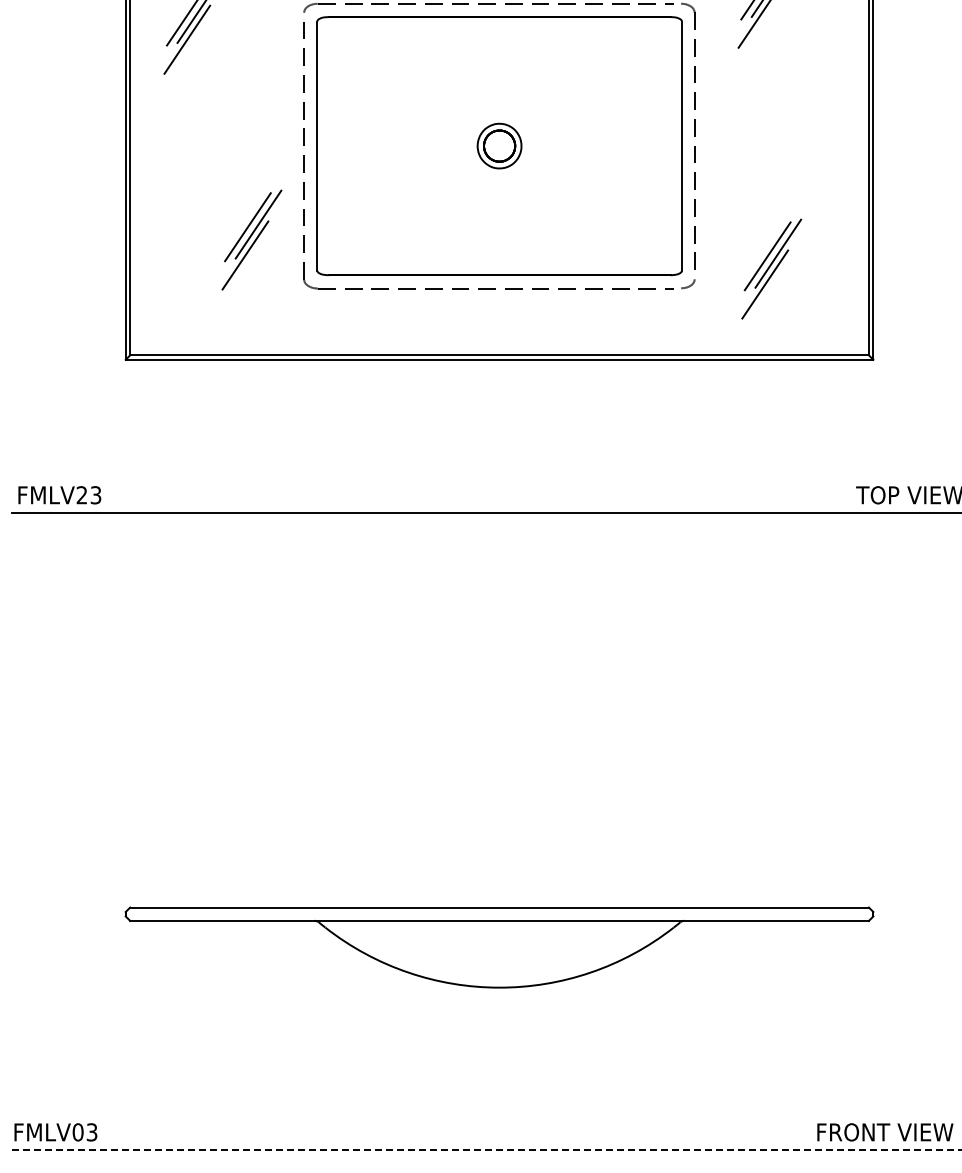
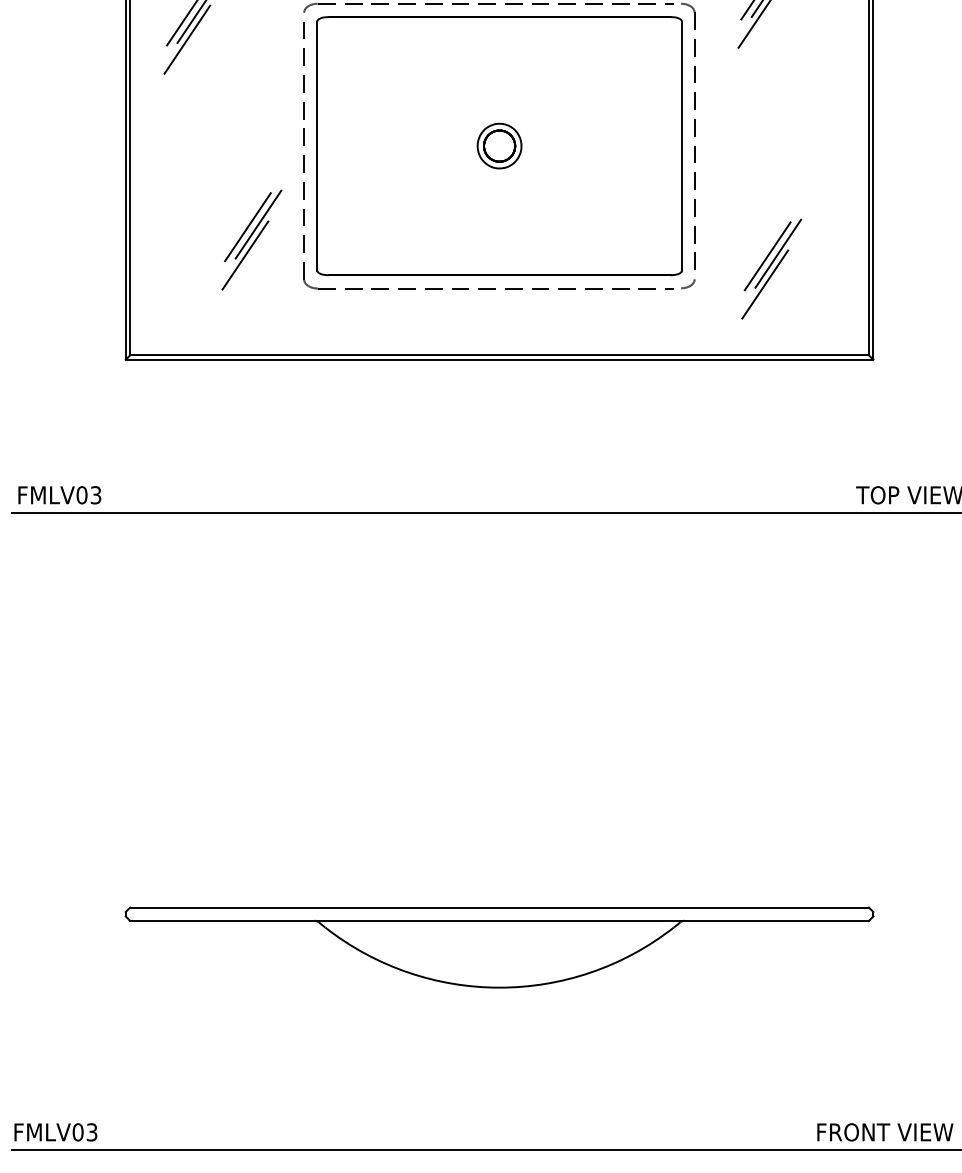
text at (81, 495): FMLV23 -> FMLV03
line at (487, 1150): dashed -> solid
